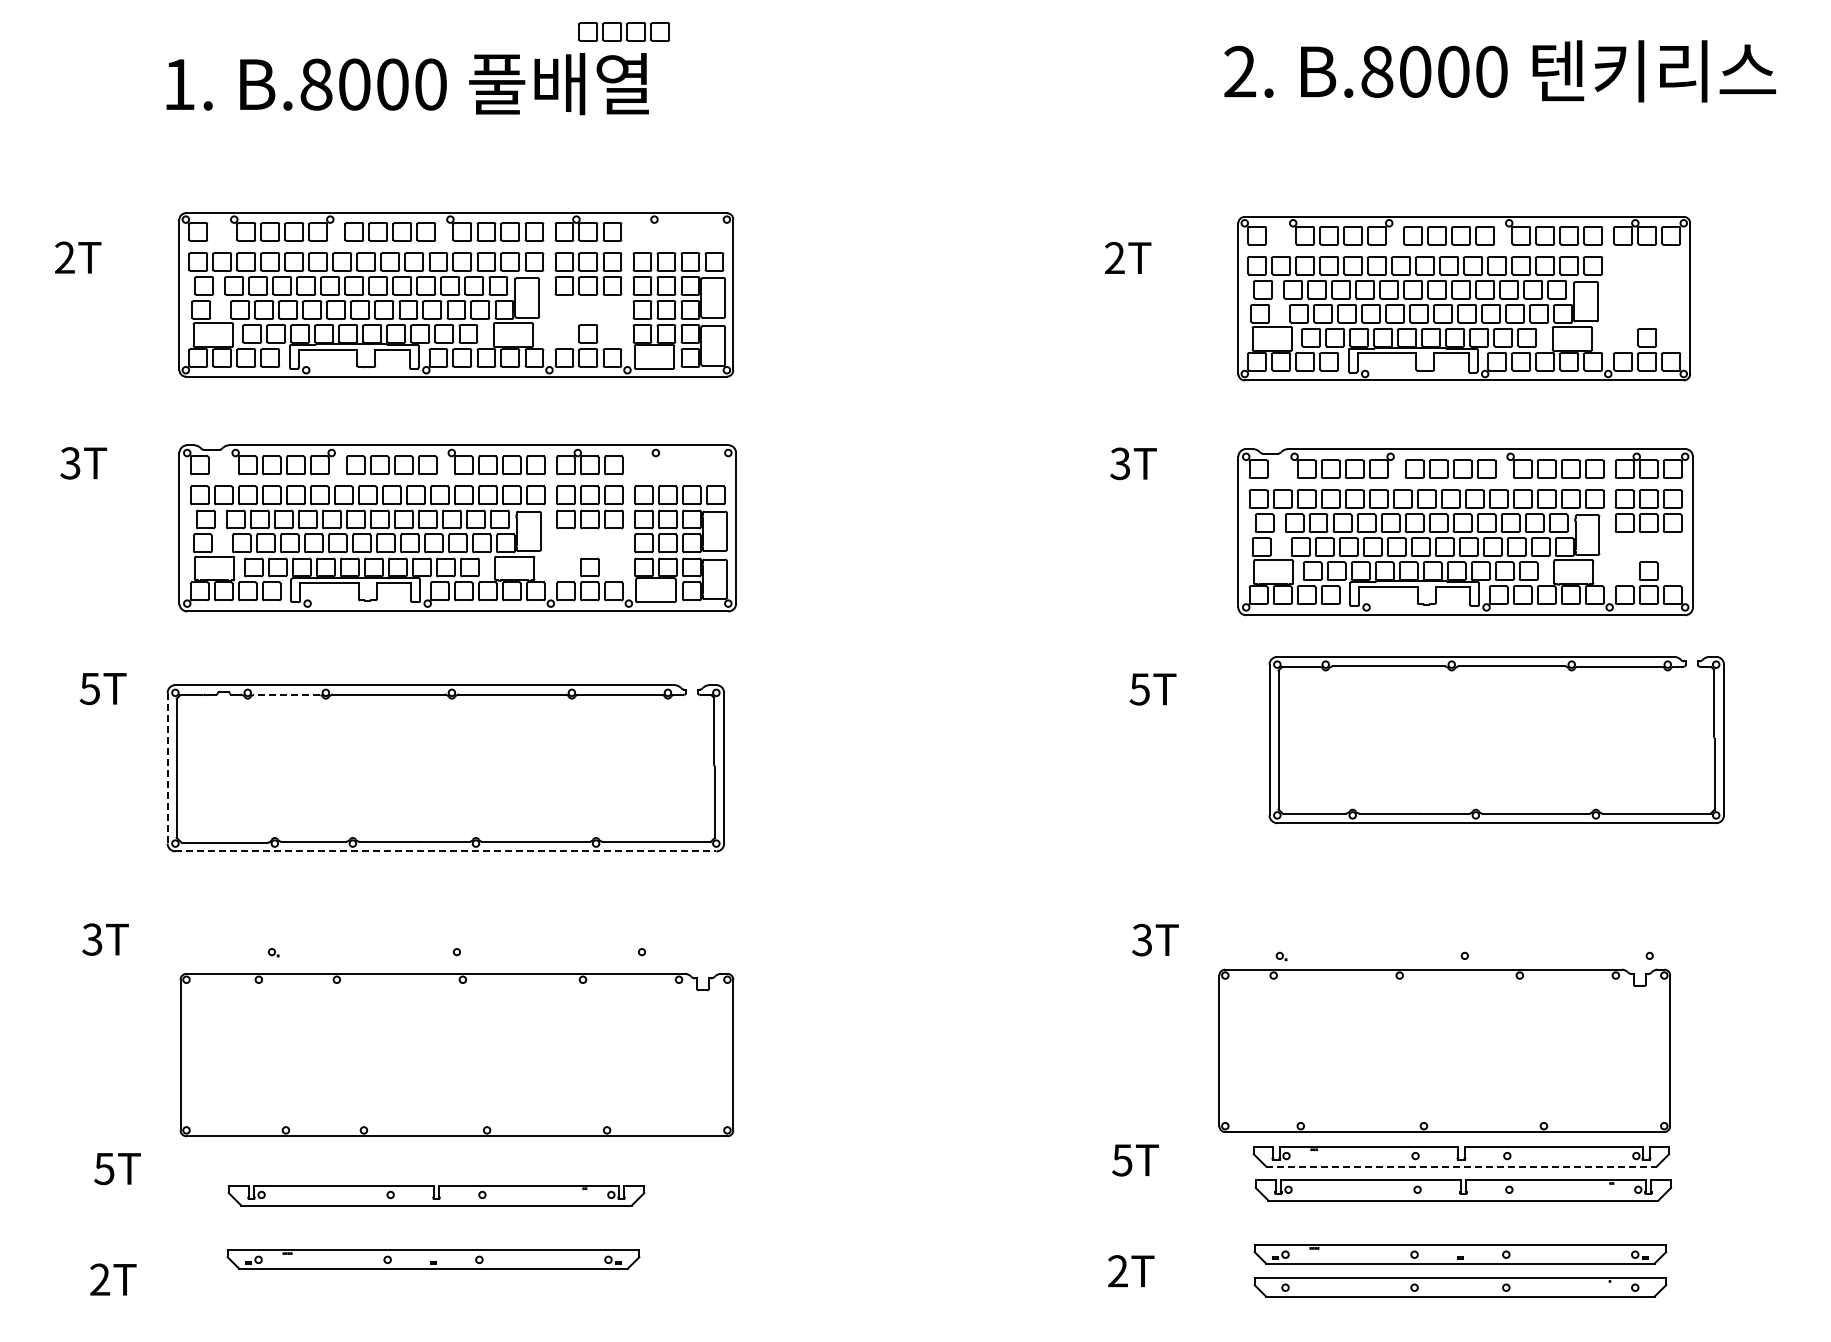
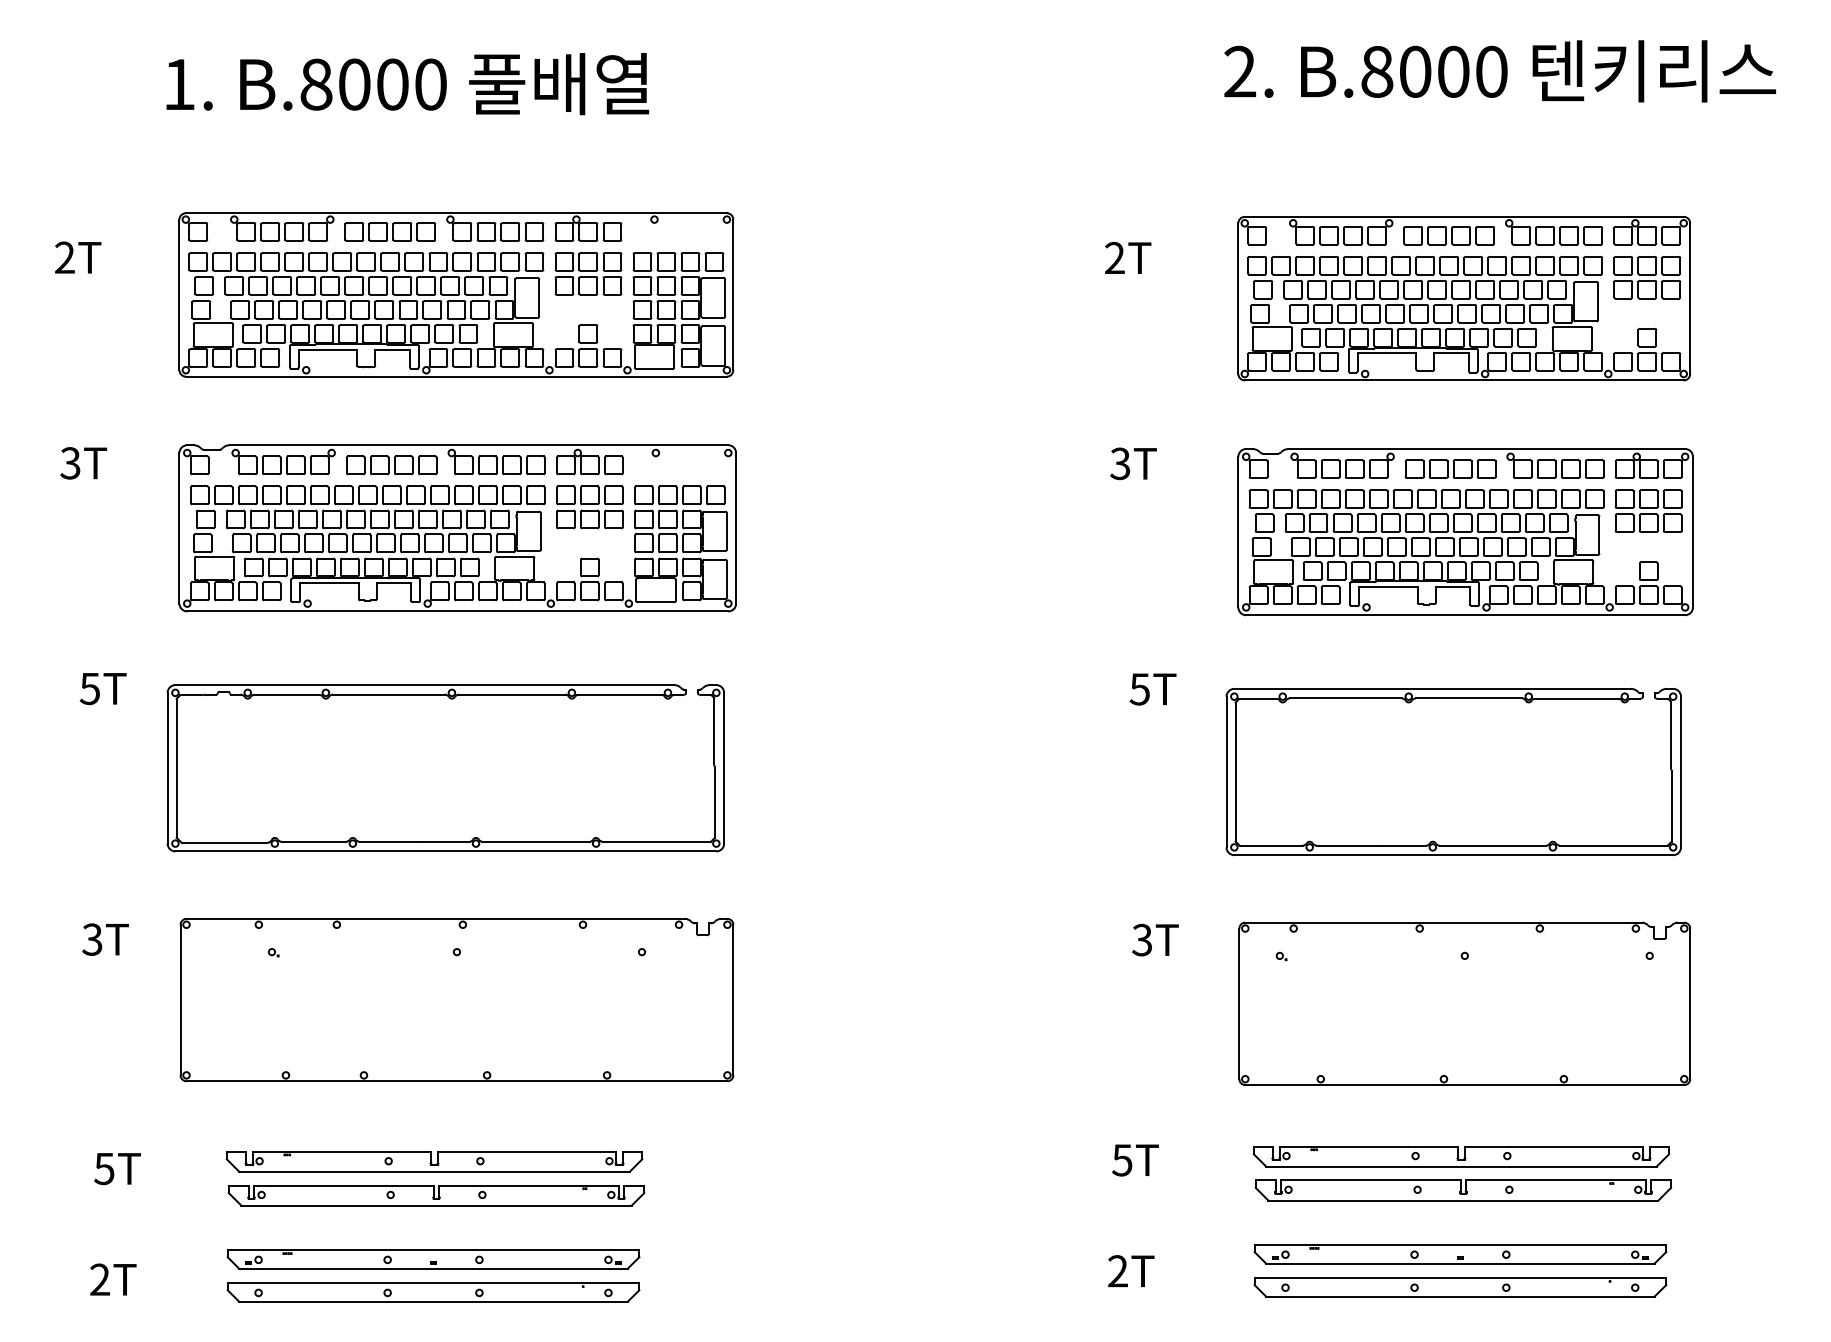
part at (624, 31): present -> none
part at (1647, 277): none -> present
line at (286, 695): dashed -> solid
line at (167, 768): dashed -> solid
part at (1476, 808) position: (1476, 808) -> (1433, 840)
line at (446, 851): dashed -> solid
part at (1444, 1050) position: (1444, 1050) -> (1464, 1003)
part at (456, 1055) position: (456, 1055) -> (456, 1000)
part at (434, 1161): none -> present
line at (1461, 1166): dashed -> solid
part at (433, 1292): none -> present
